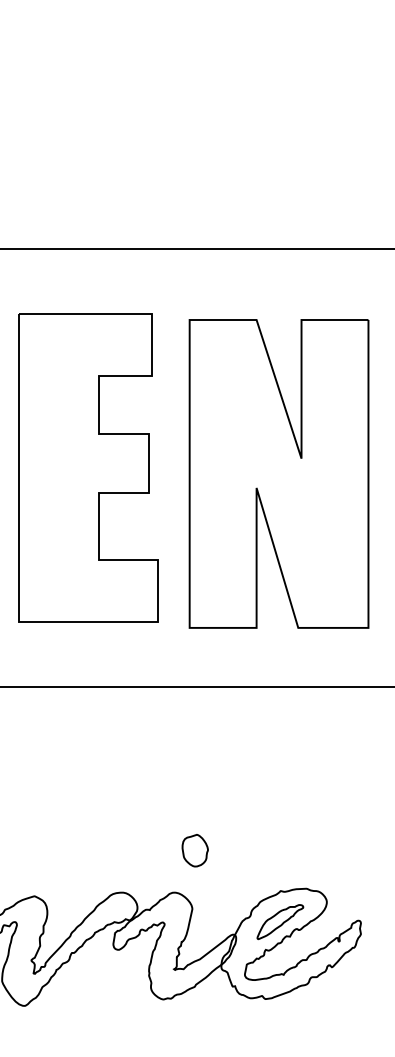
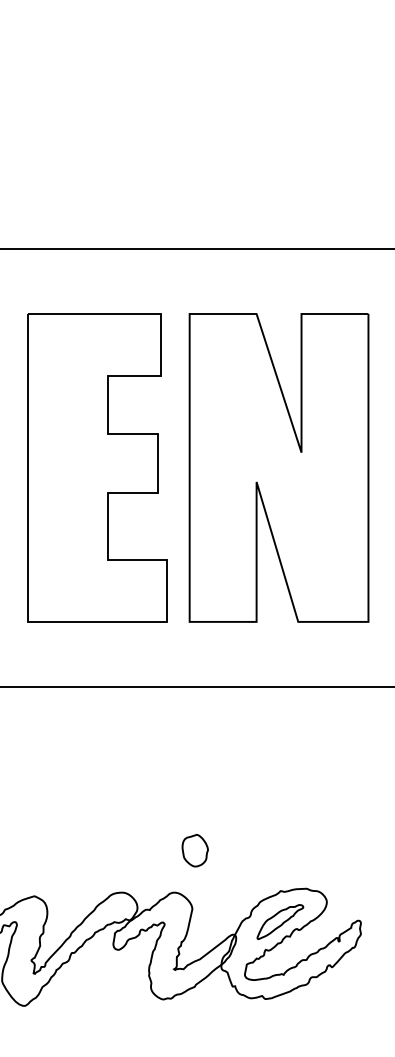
part at (88, 467) position: (88, 467) -> (97, 467)
part at (278, 473) position: (278, 473) -> (278, 467)
